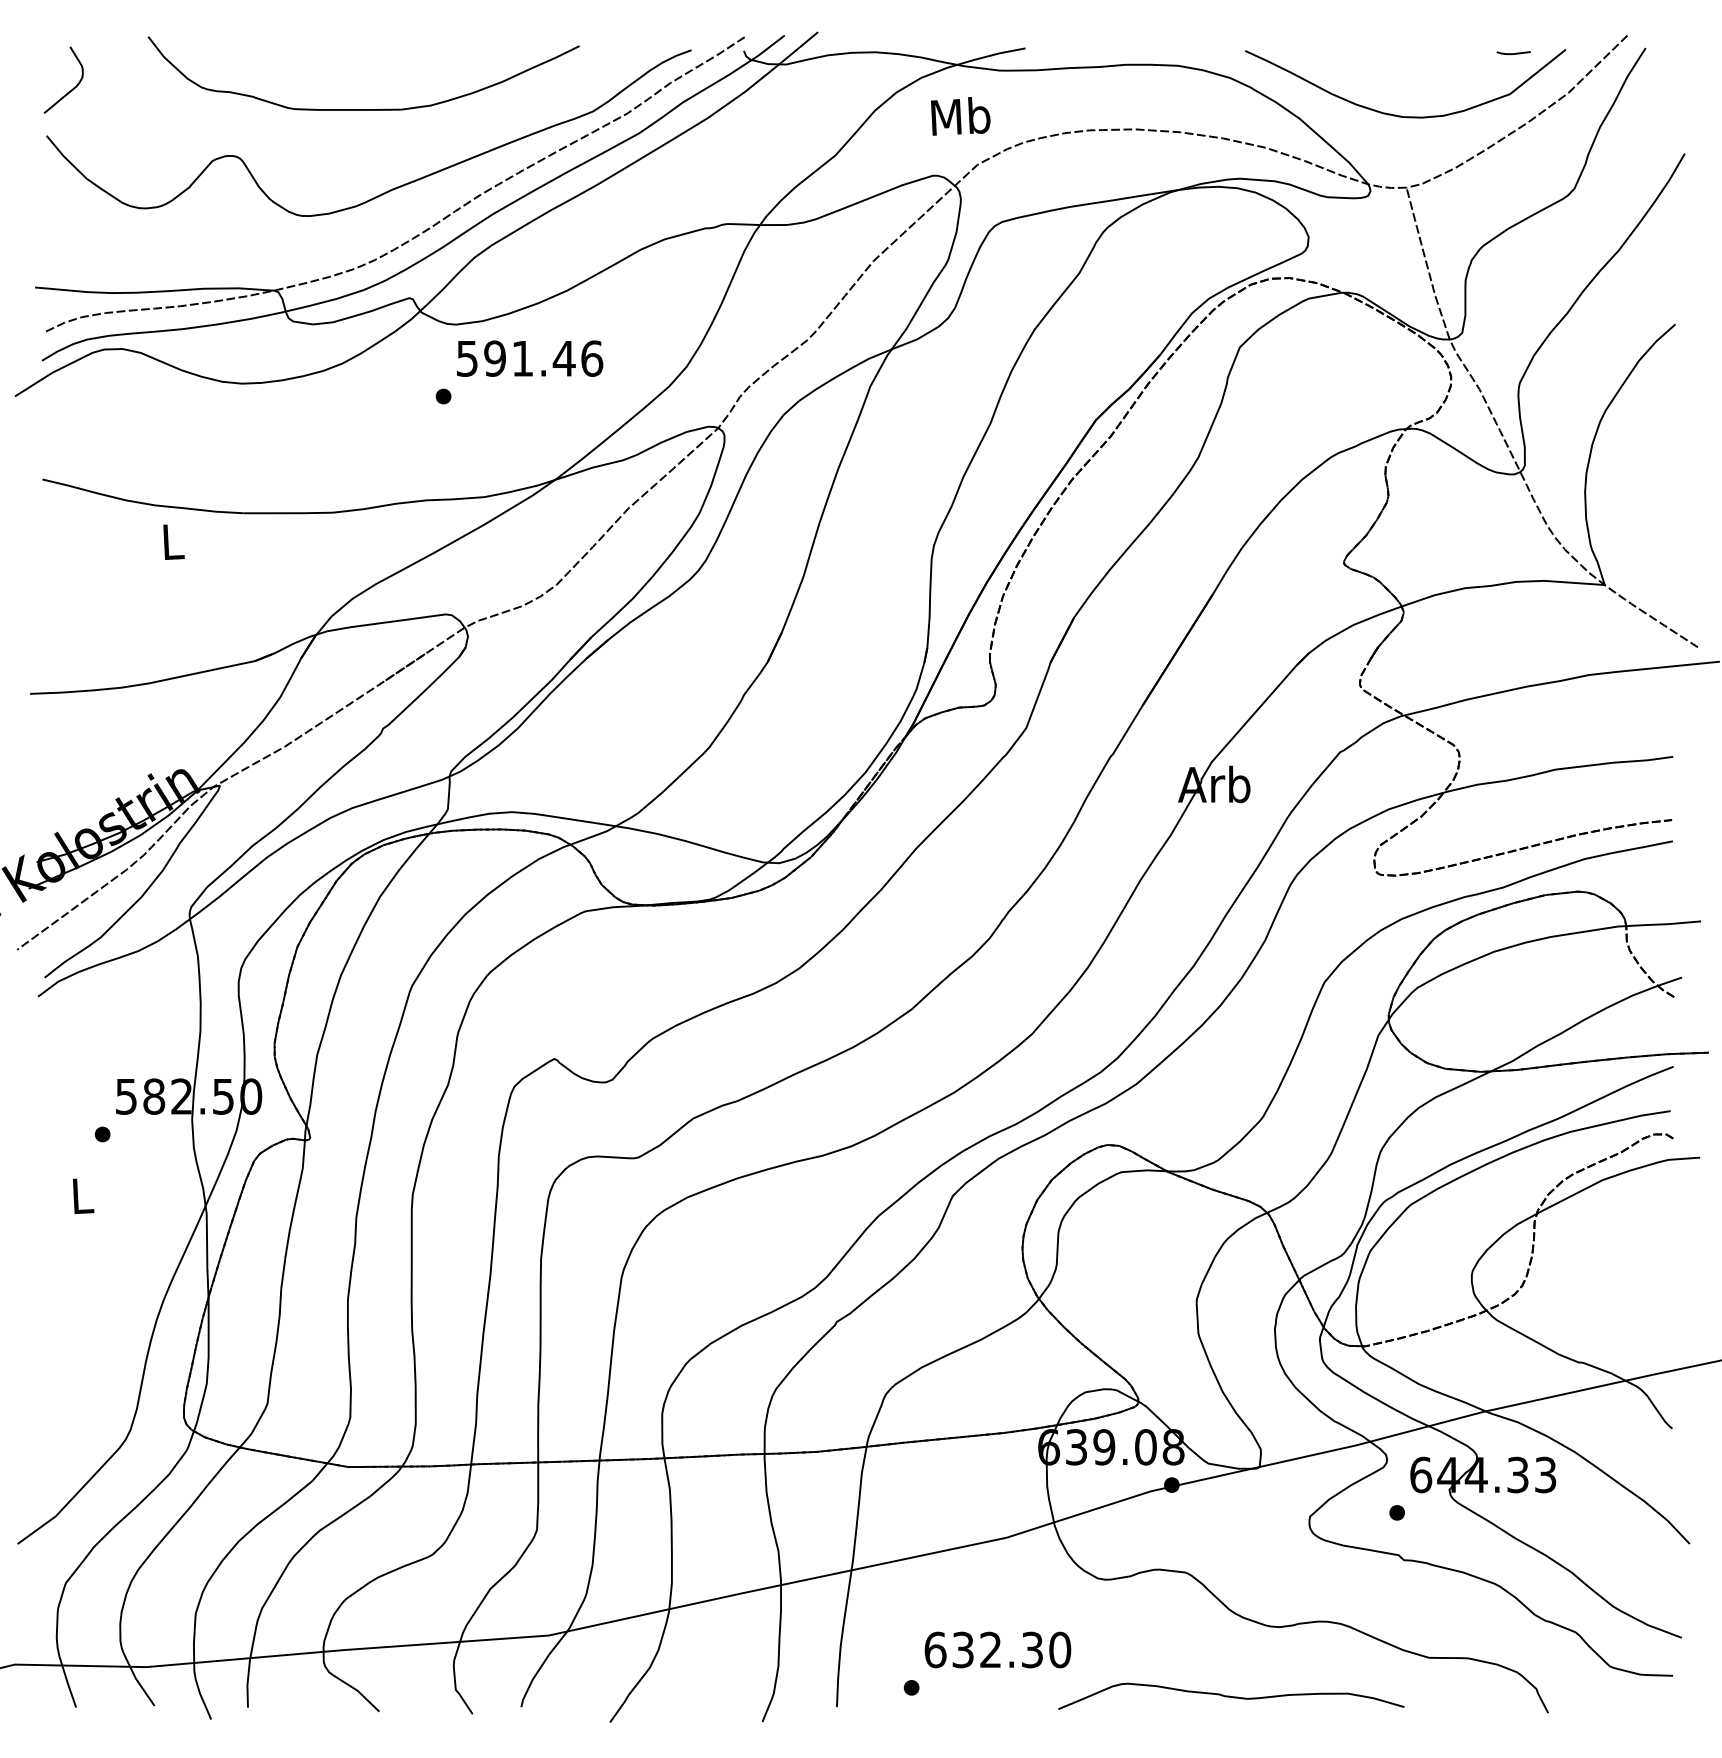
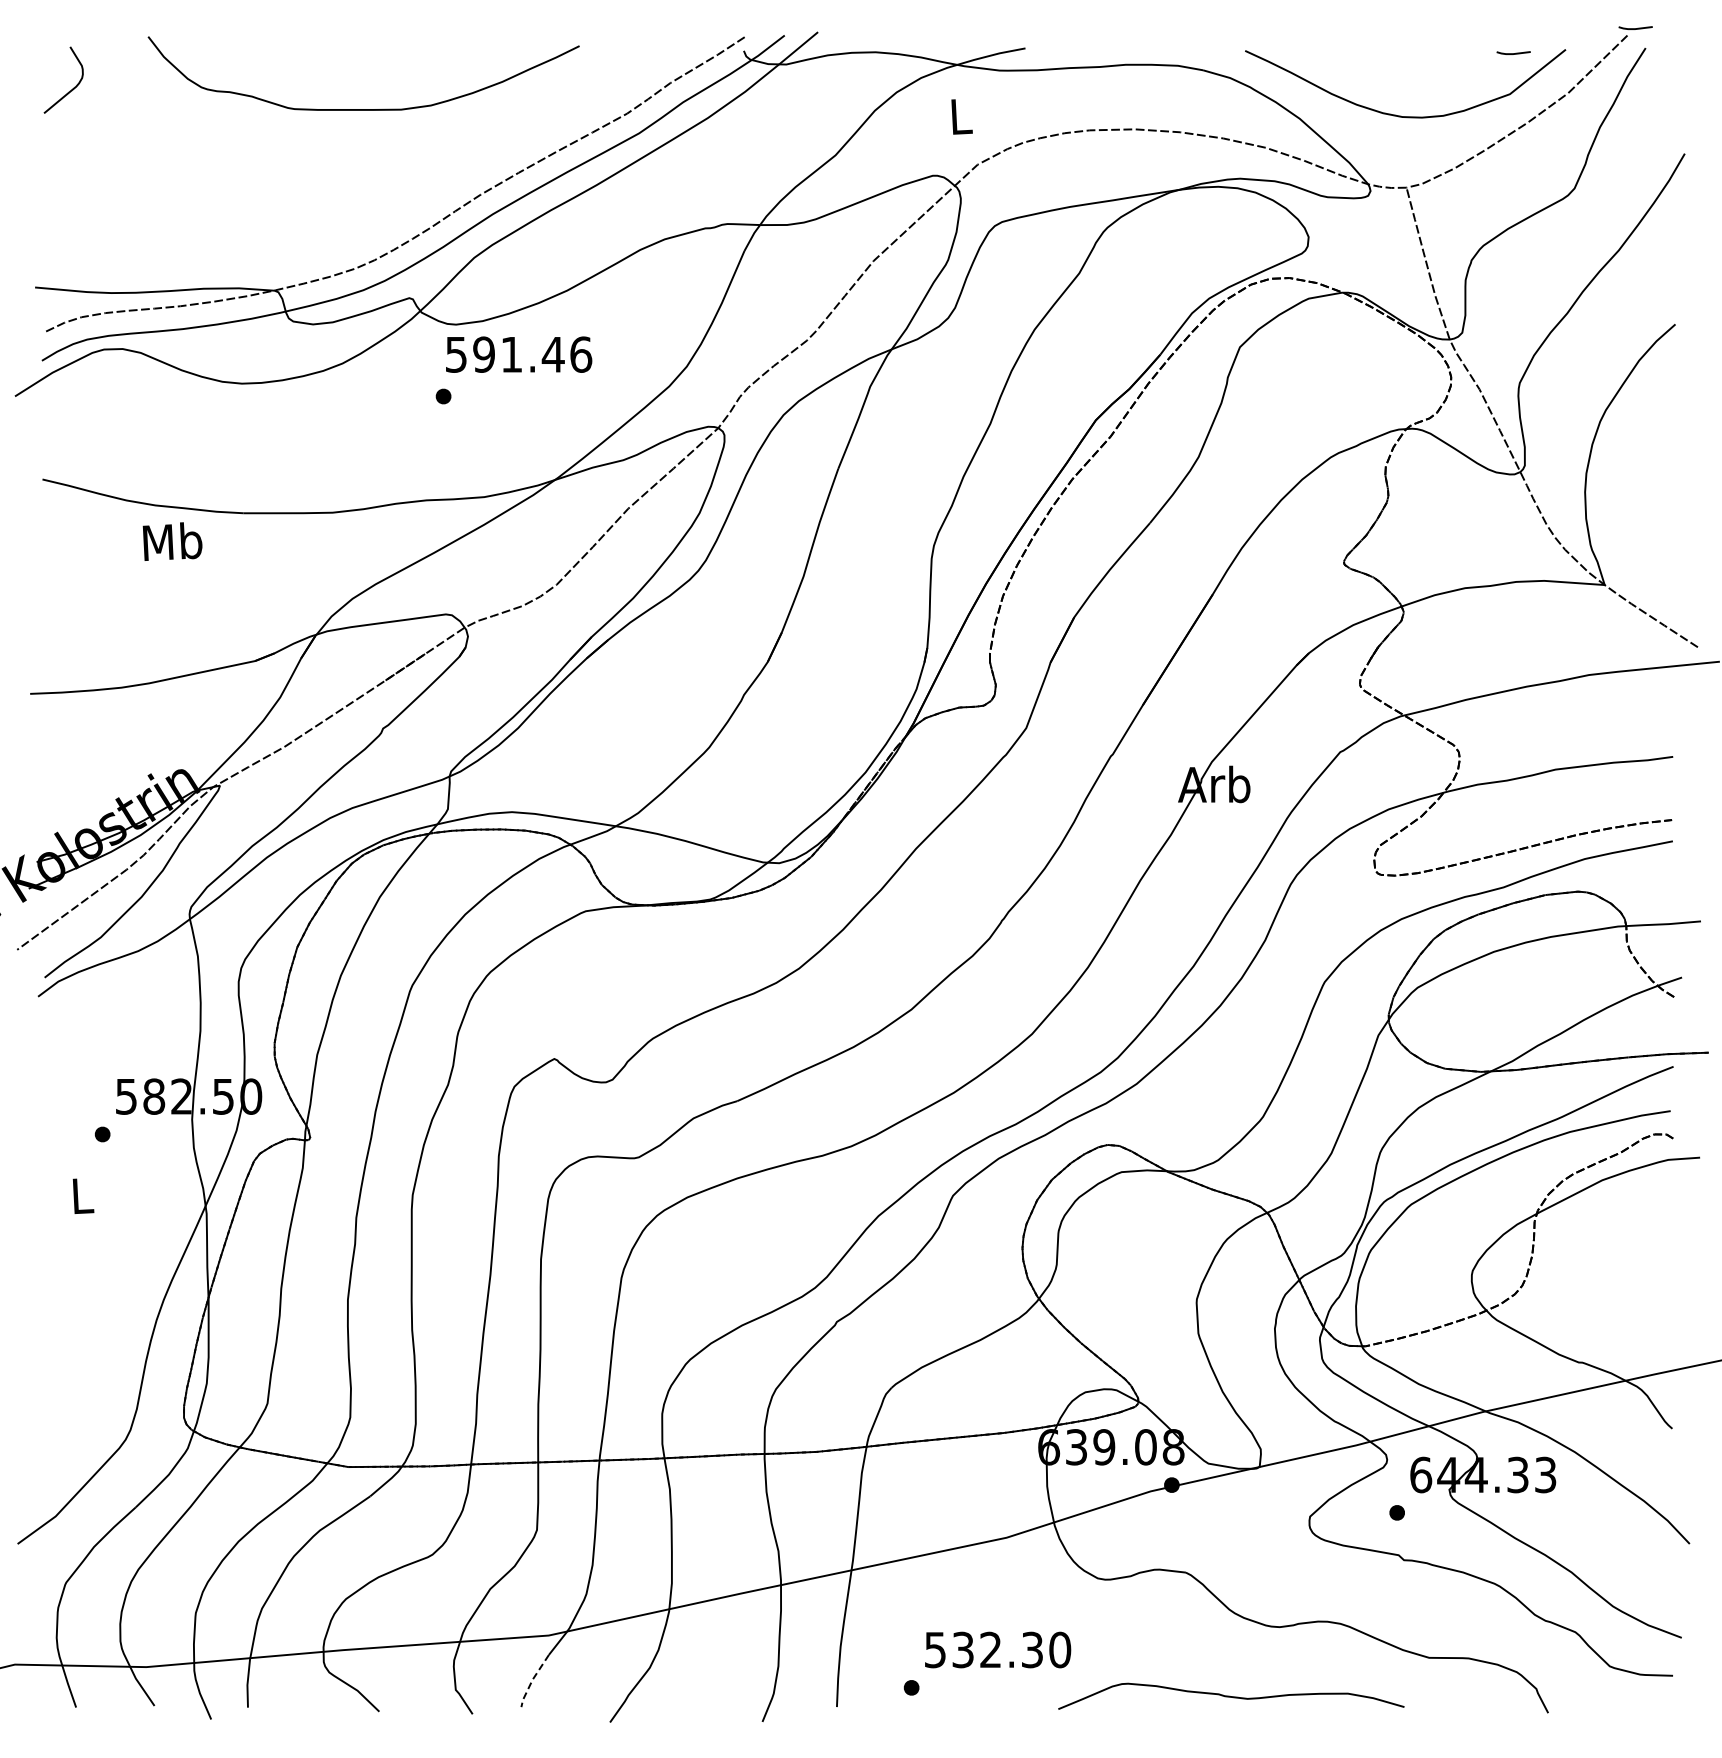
line at (1635, 28): none -> present
text at (960, 116): Mb -> L
curve at (394, 187): present -> none
text at (530, 358) position: (530, 358) -> (519, 354)
text at (172, 541): L -> Mb
text at (935, 1649): 632.30 -> 532.30
line at (532, 1680): solid -> dashed
